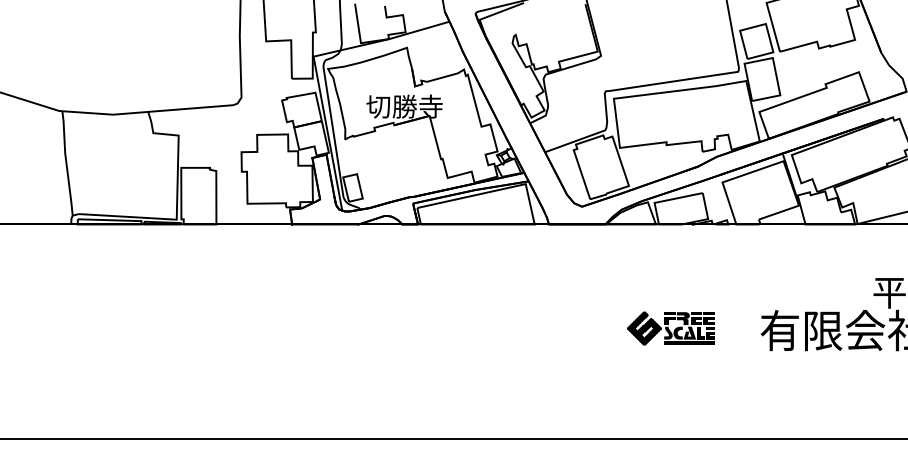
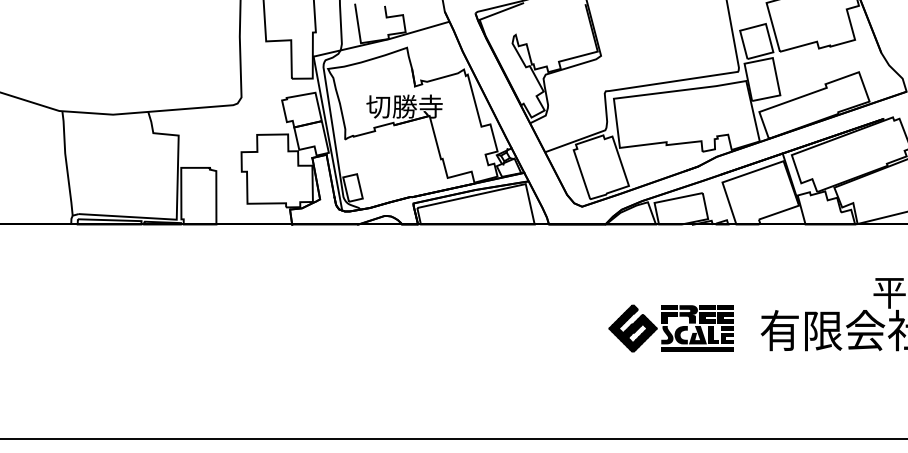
part at (670, 328) size: 88x35 px -> 126x49 px
